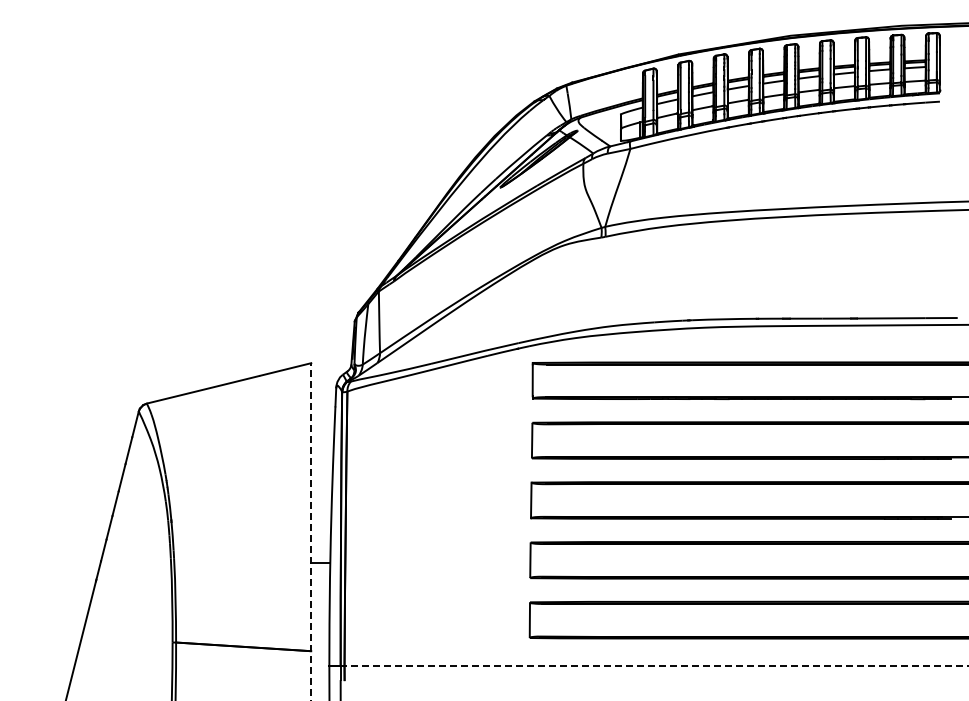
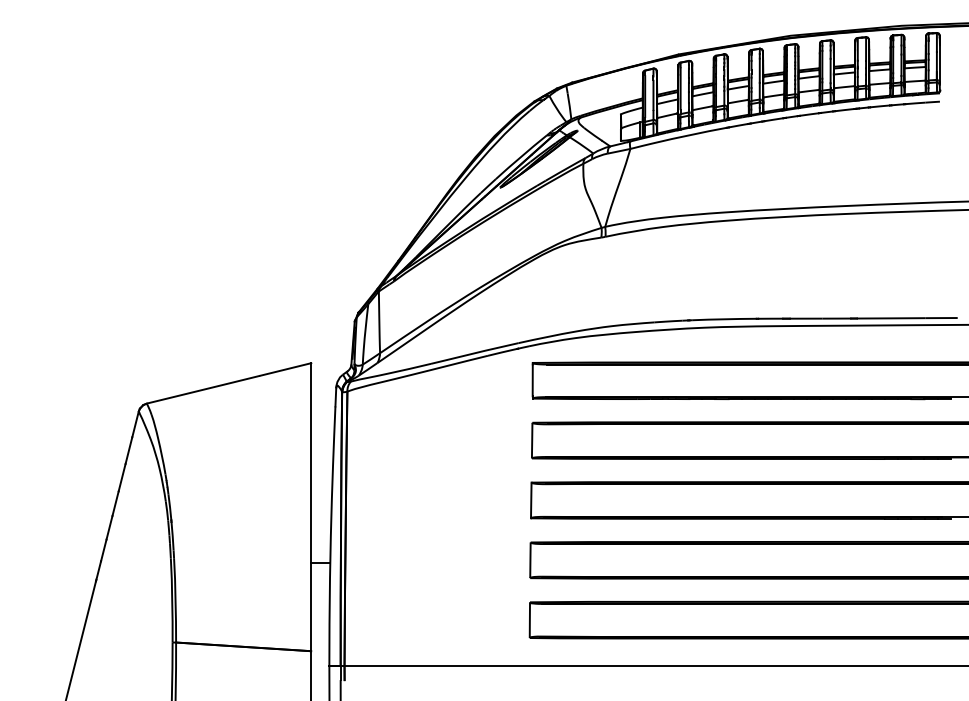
line at (311, 531): dashed -> solid
line at (654, 666): dashed -> solid
